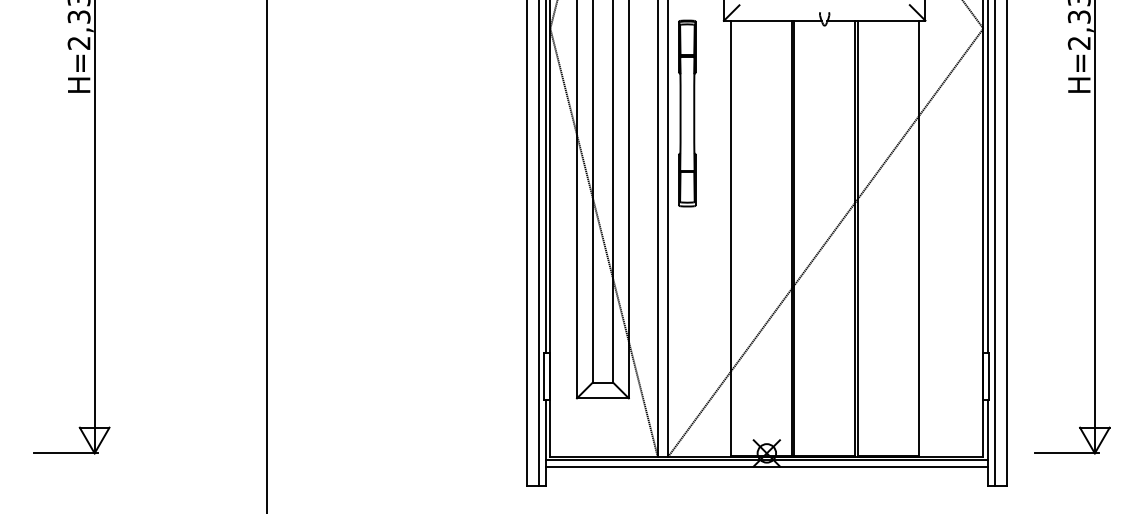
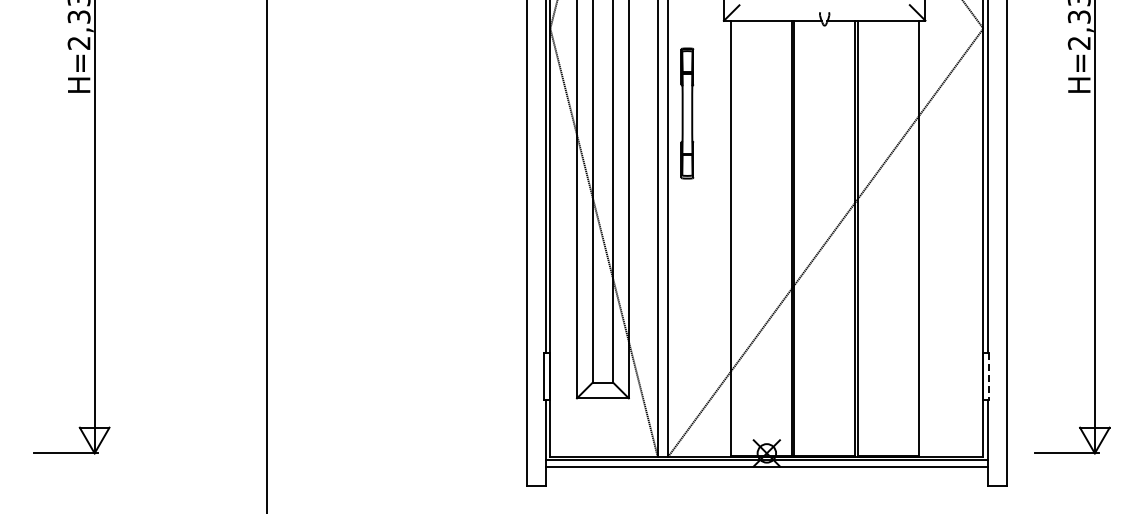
part at (687, 113) size: 19x189 px -> 15x133 px
line at (539, 243): present -> none
line at (994, 243): present -> none
line at (989, 376): solid -> dashed
